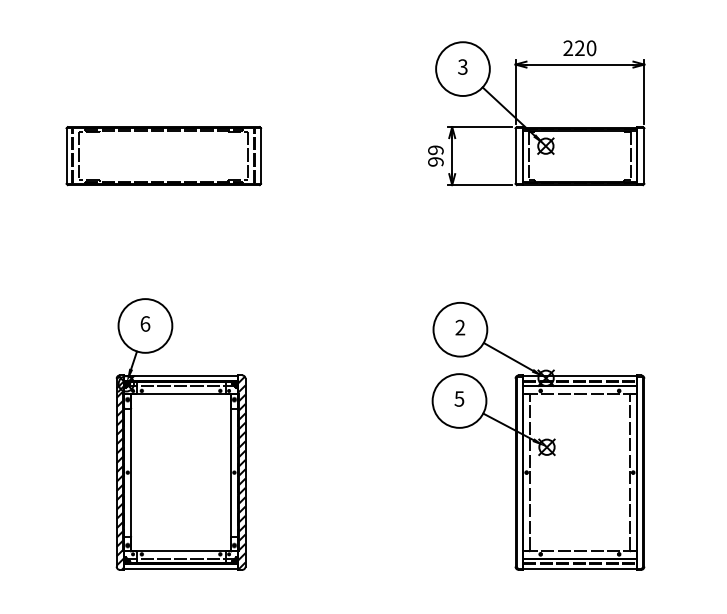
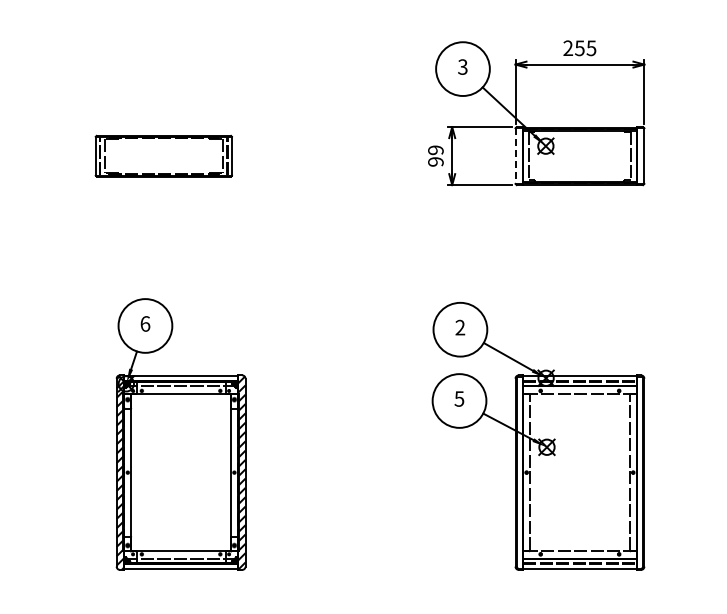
text at (585, 48): 220 -> 255
part at (163, 156) size: 198x61 px -> 139x44 px
line at (515, 156): solid -> dashed
